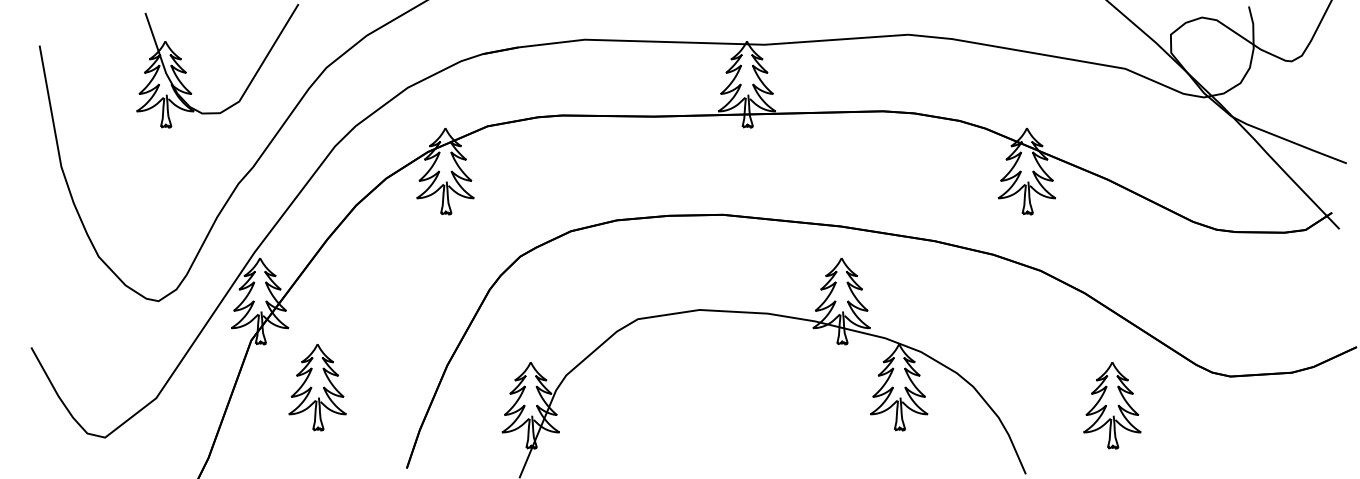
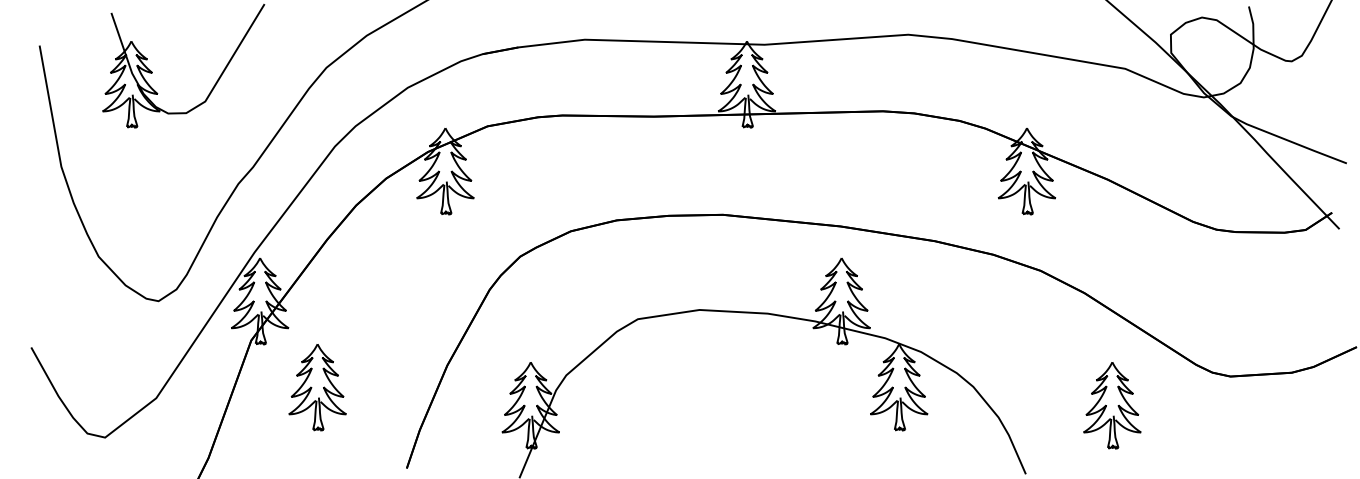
part at (186, 71) position: (186, 71) -> (152, 71)
